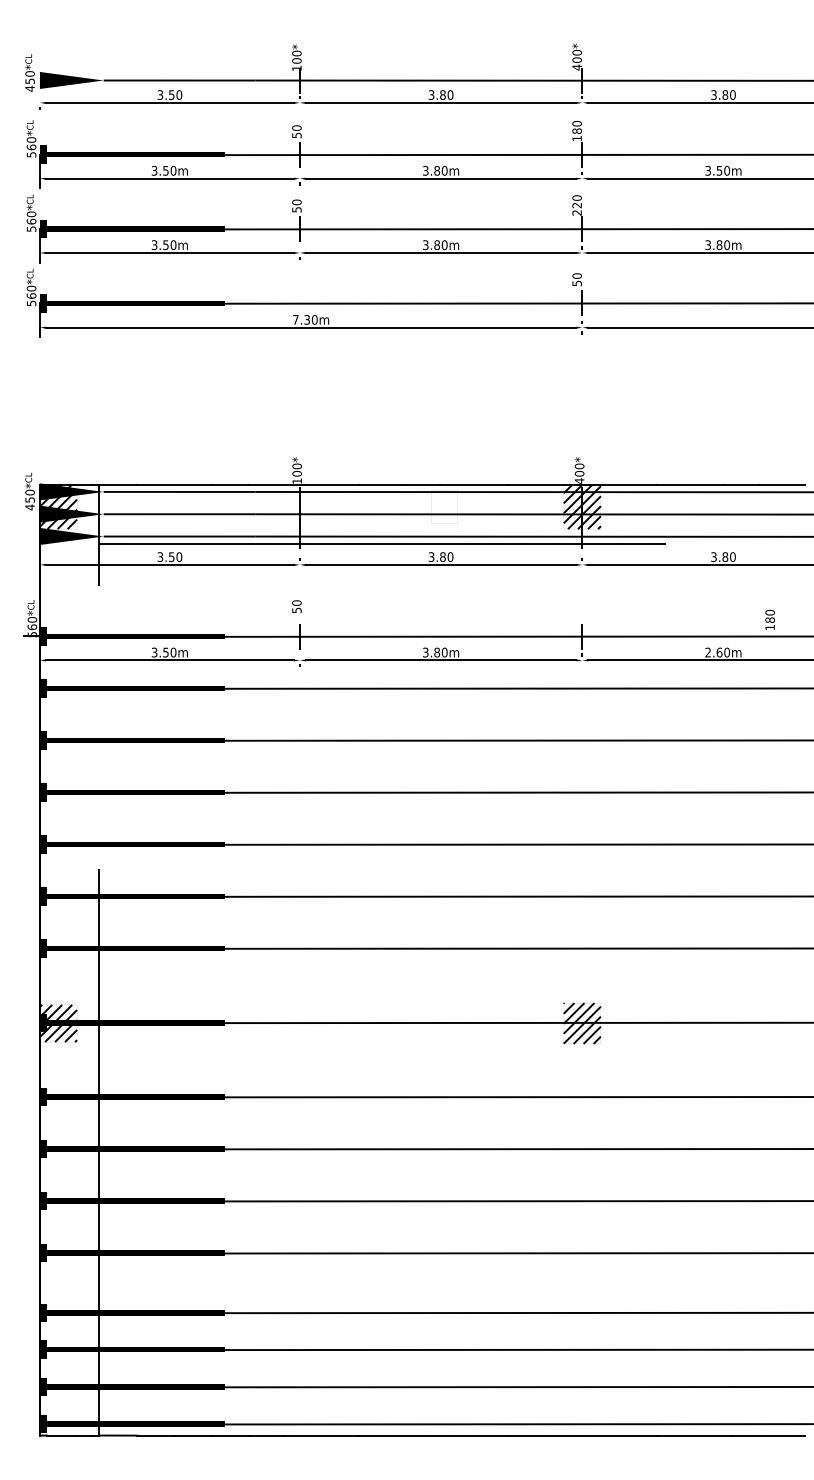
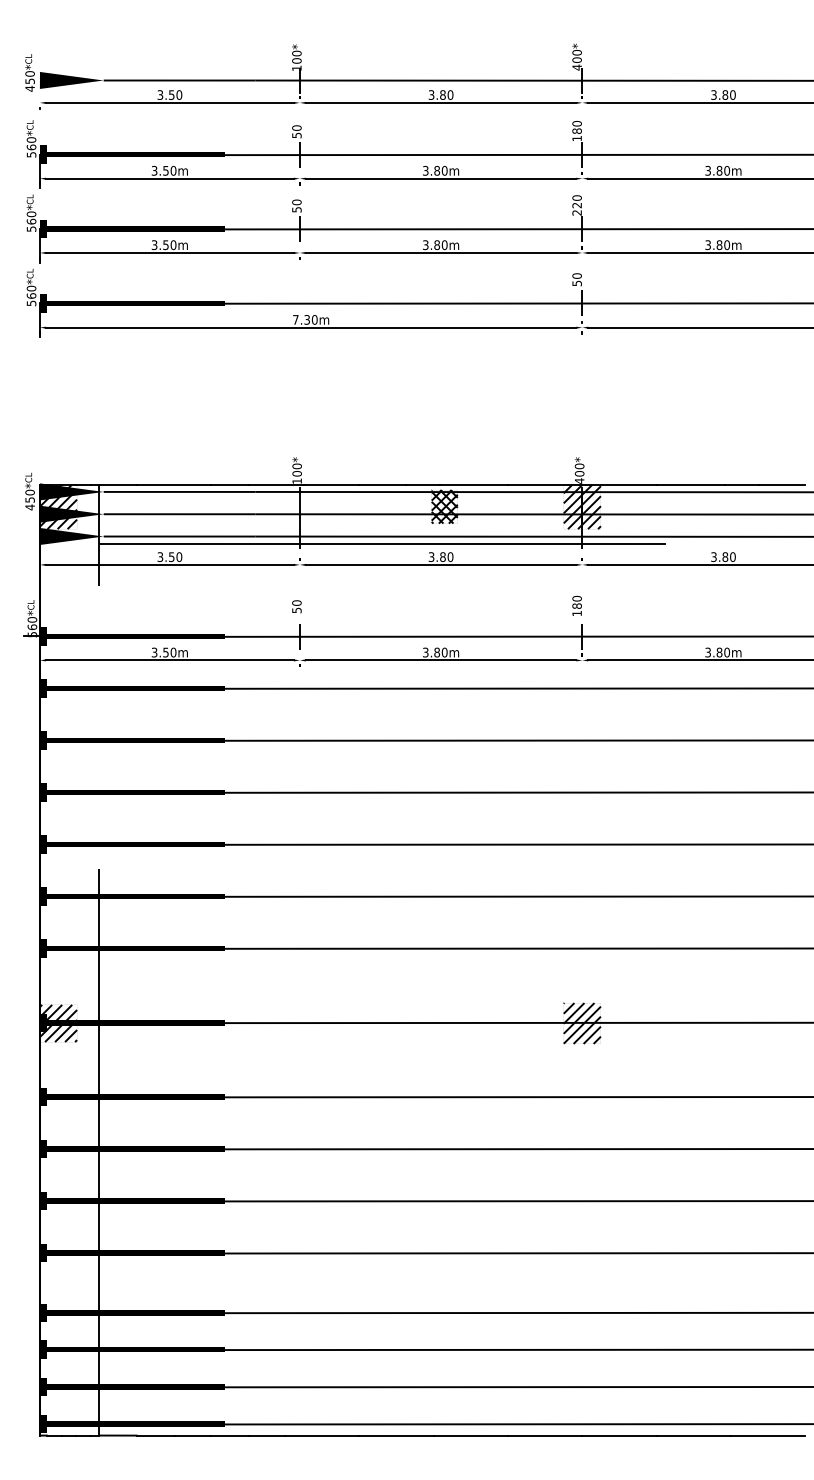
text at (719, 170): 3.50m -> 3.80m
hatch at (444, 506): none -> present
text at (769, 619) position: (769, 619) -> (576, 605)
text at (713, 652): 2.60m -> 3.80m
